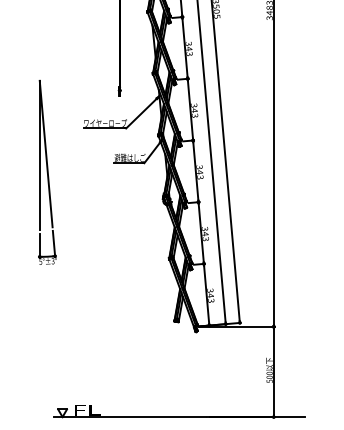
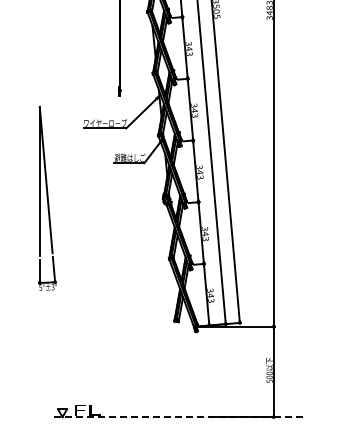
part at (47, 172) position: (47, 172) -> (47, 198)
line at (179, 417): solid -> dashed
